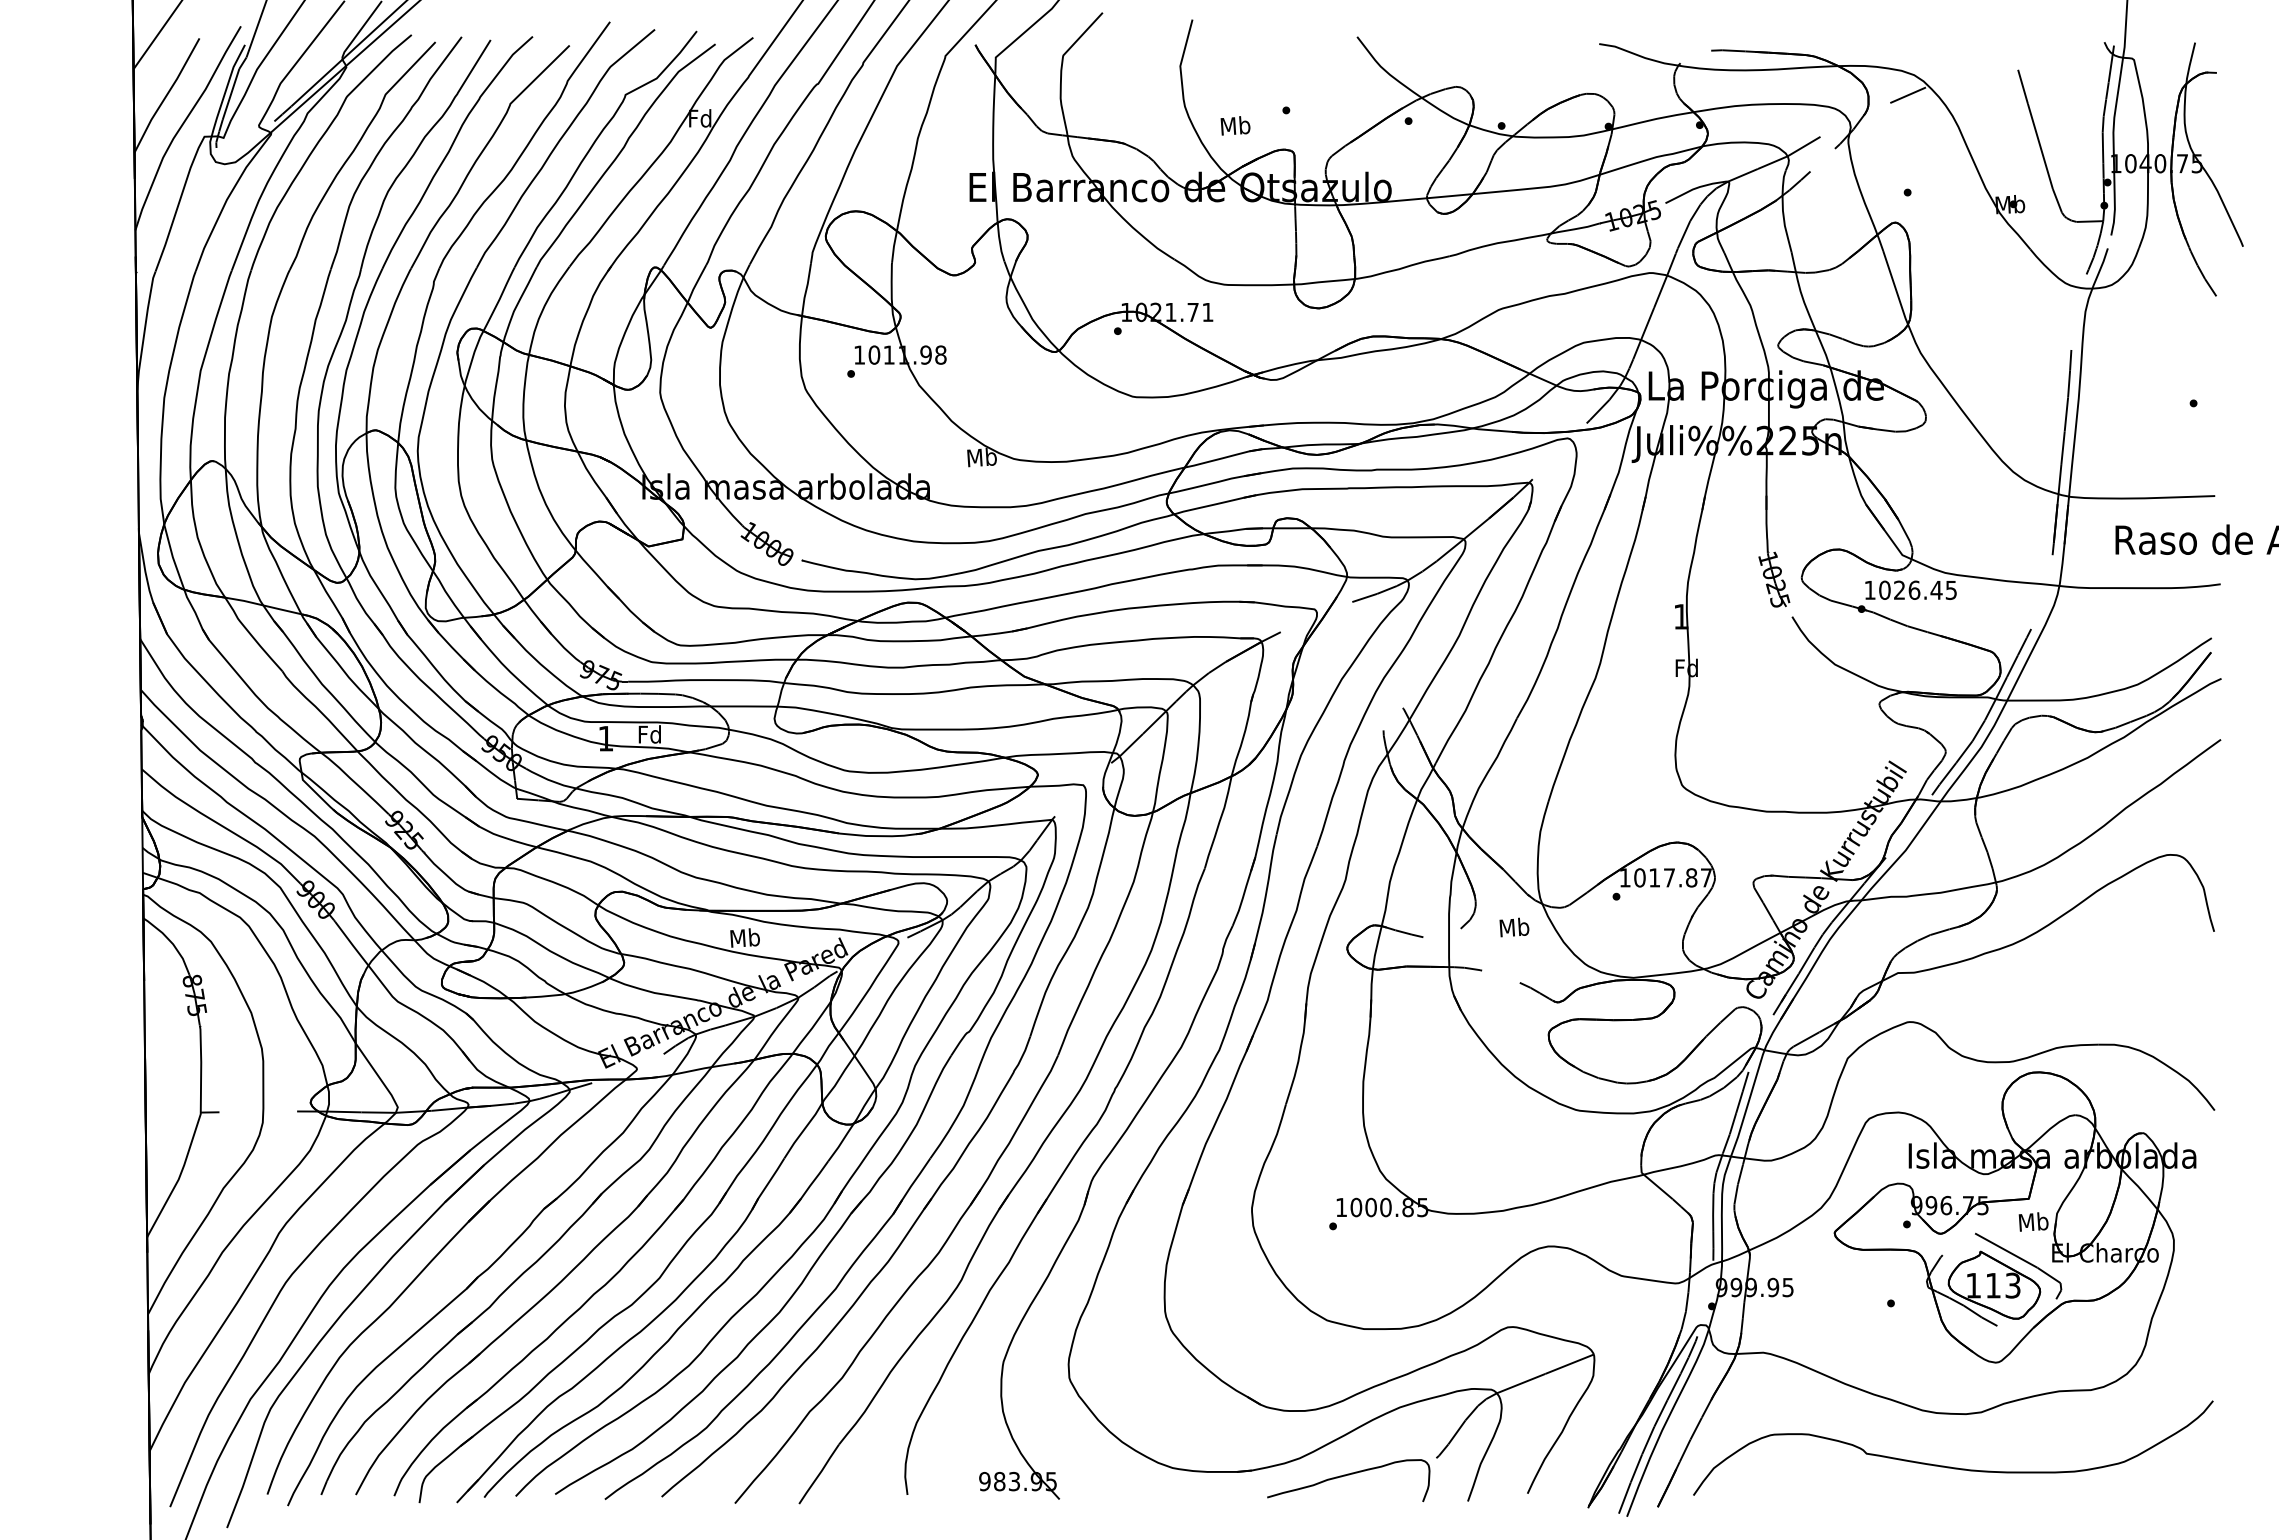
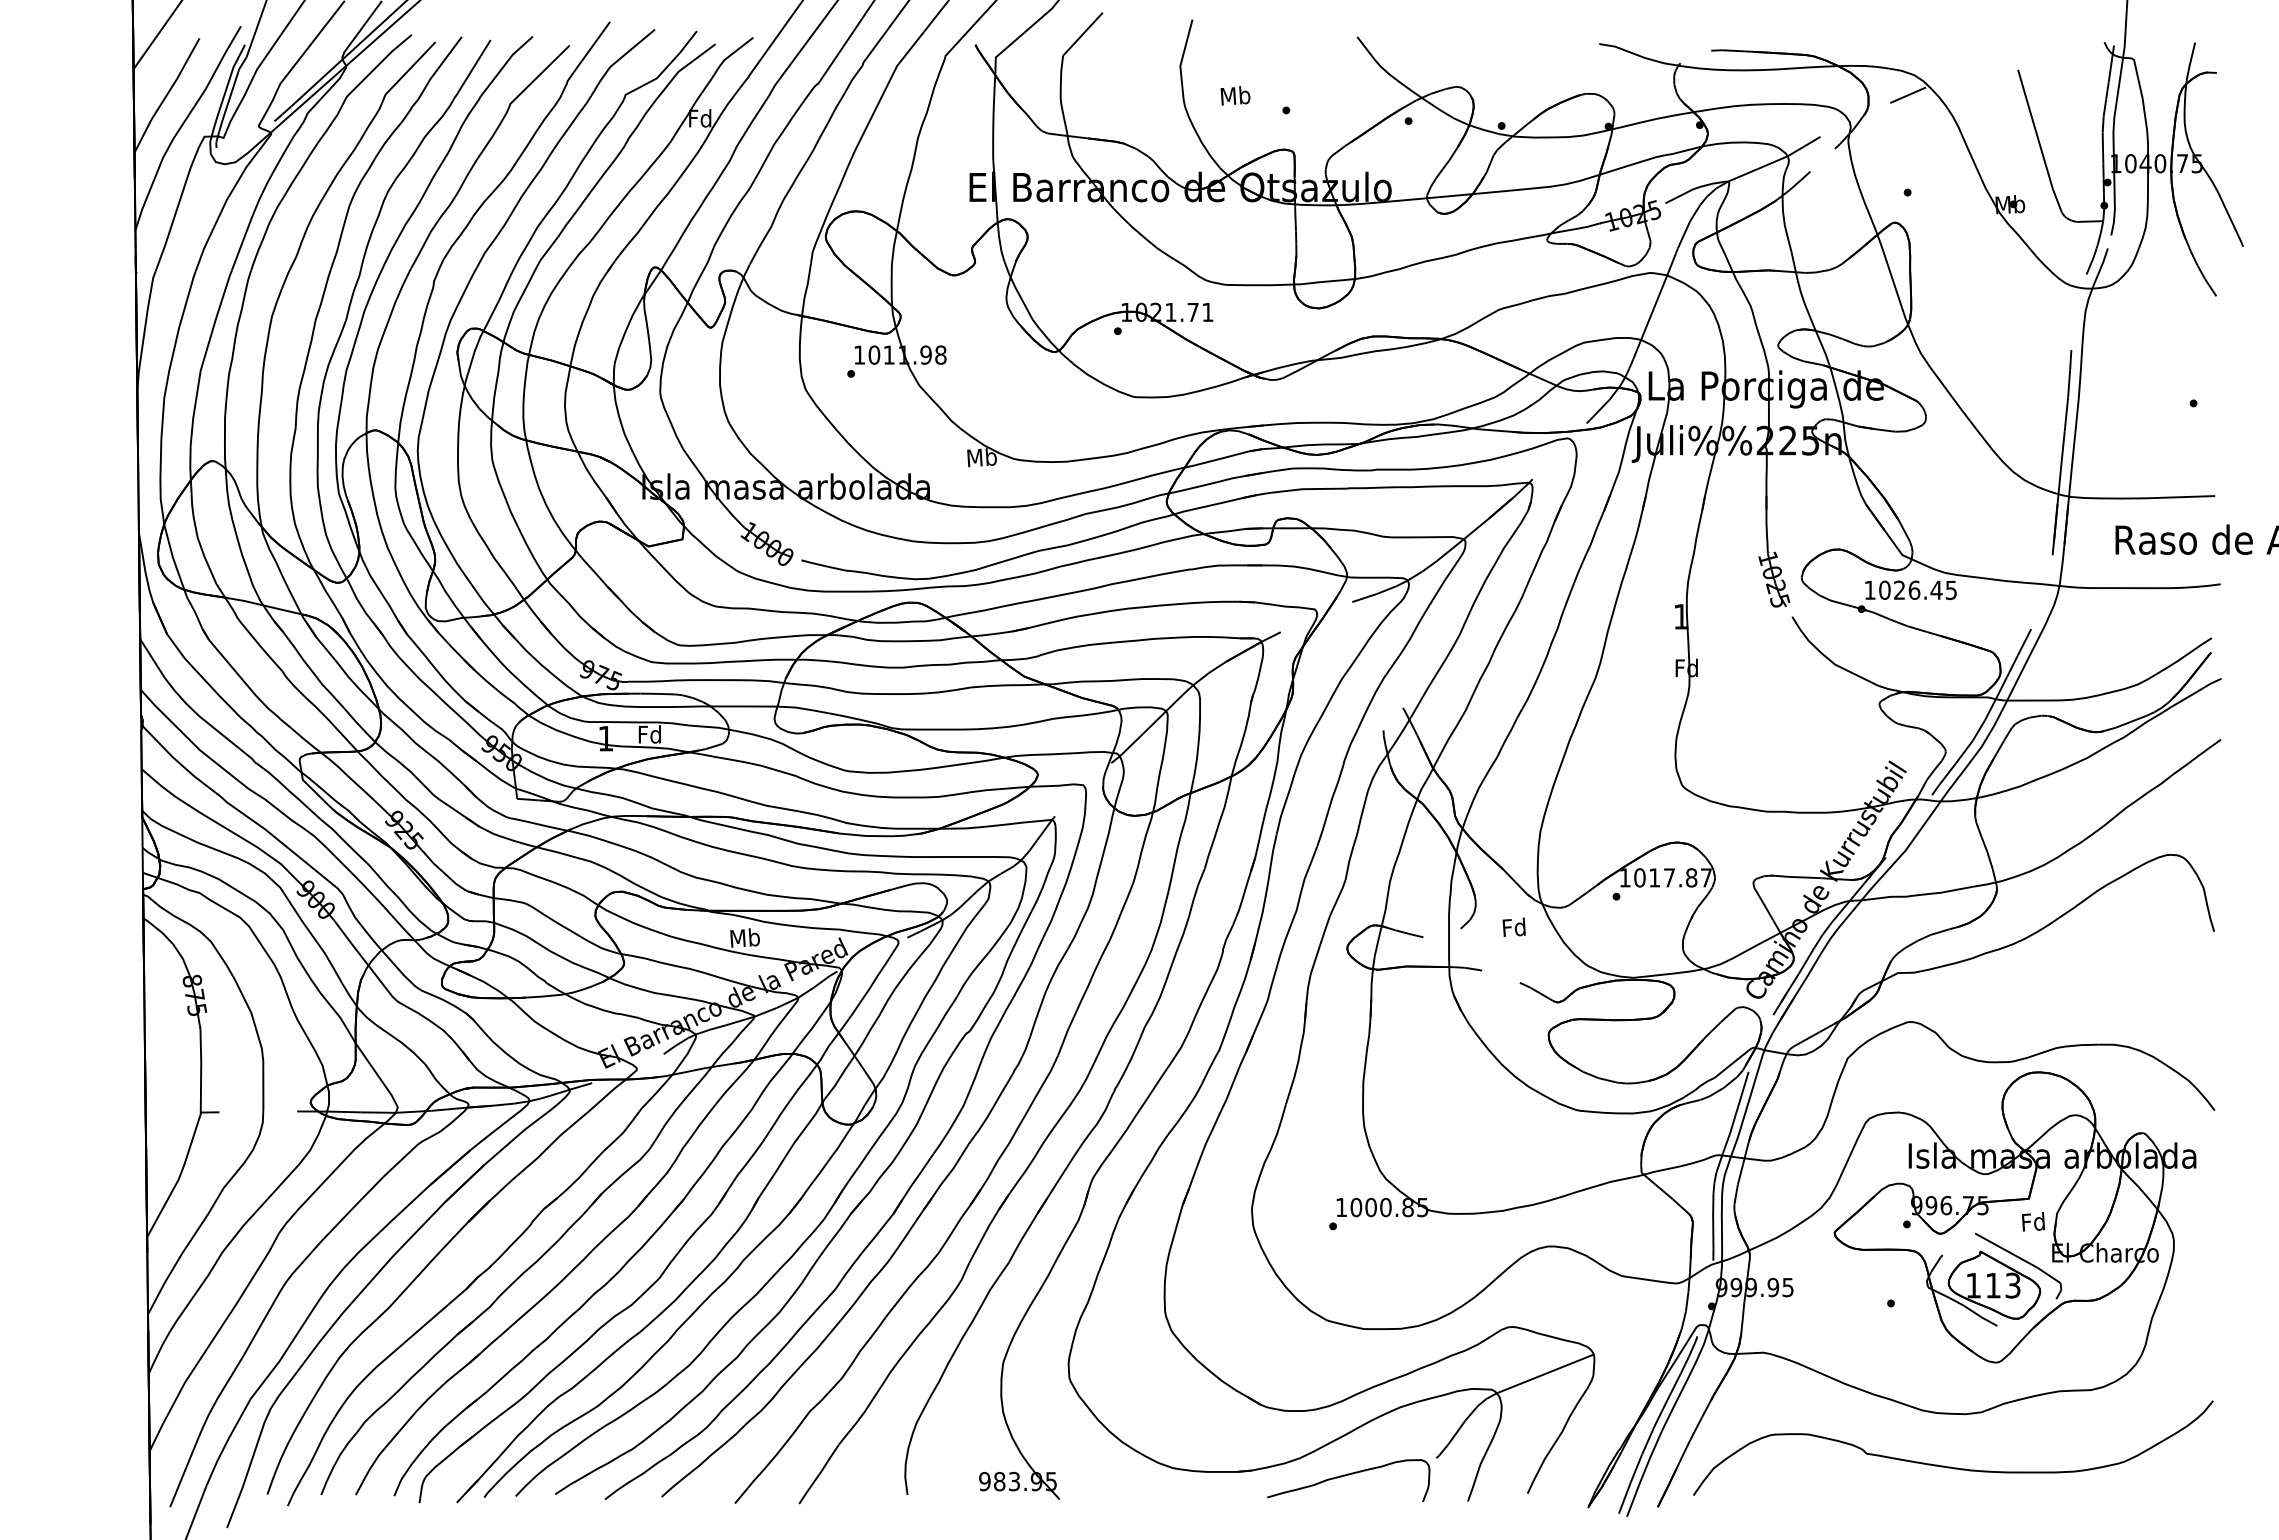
text at (1235, 125) position: (1235, 125) -> (1235, 95)
text at (1514, 927): Mb -> Fd
text at (2033, 1221): Mb -> Fd
